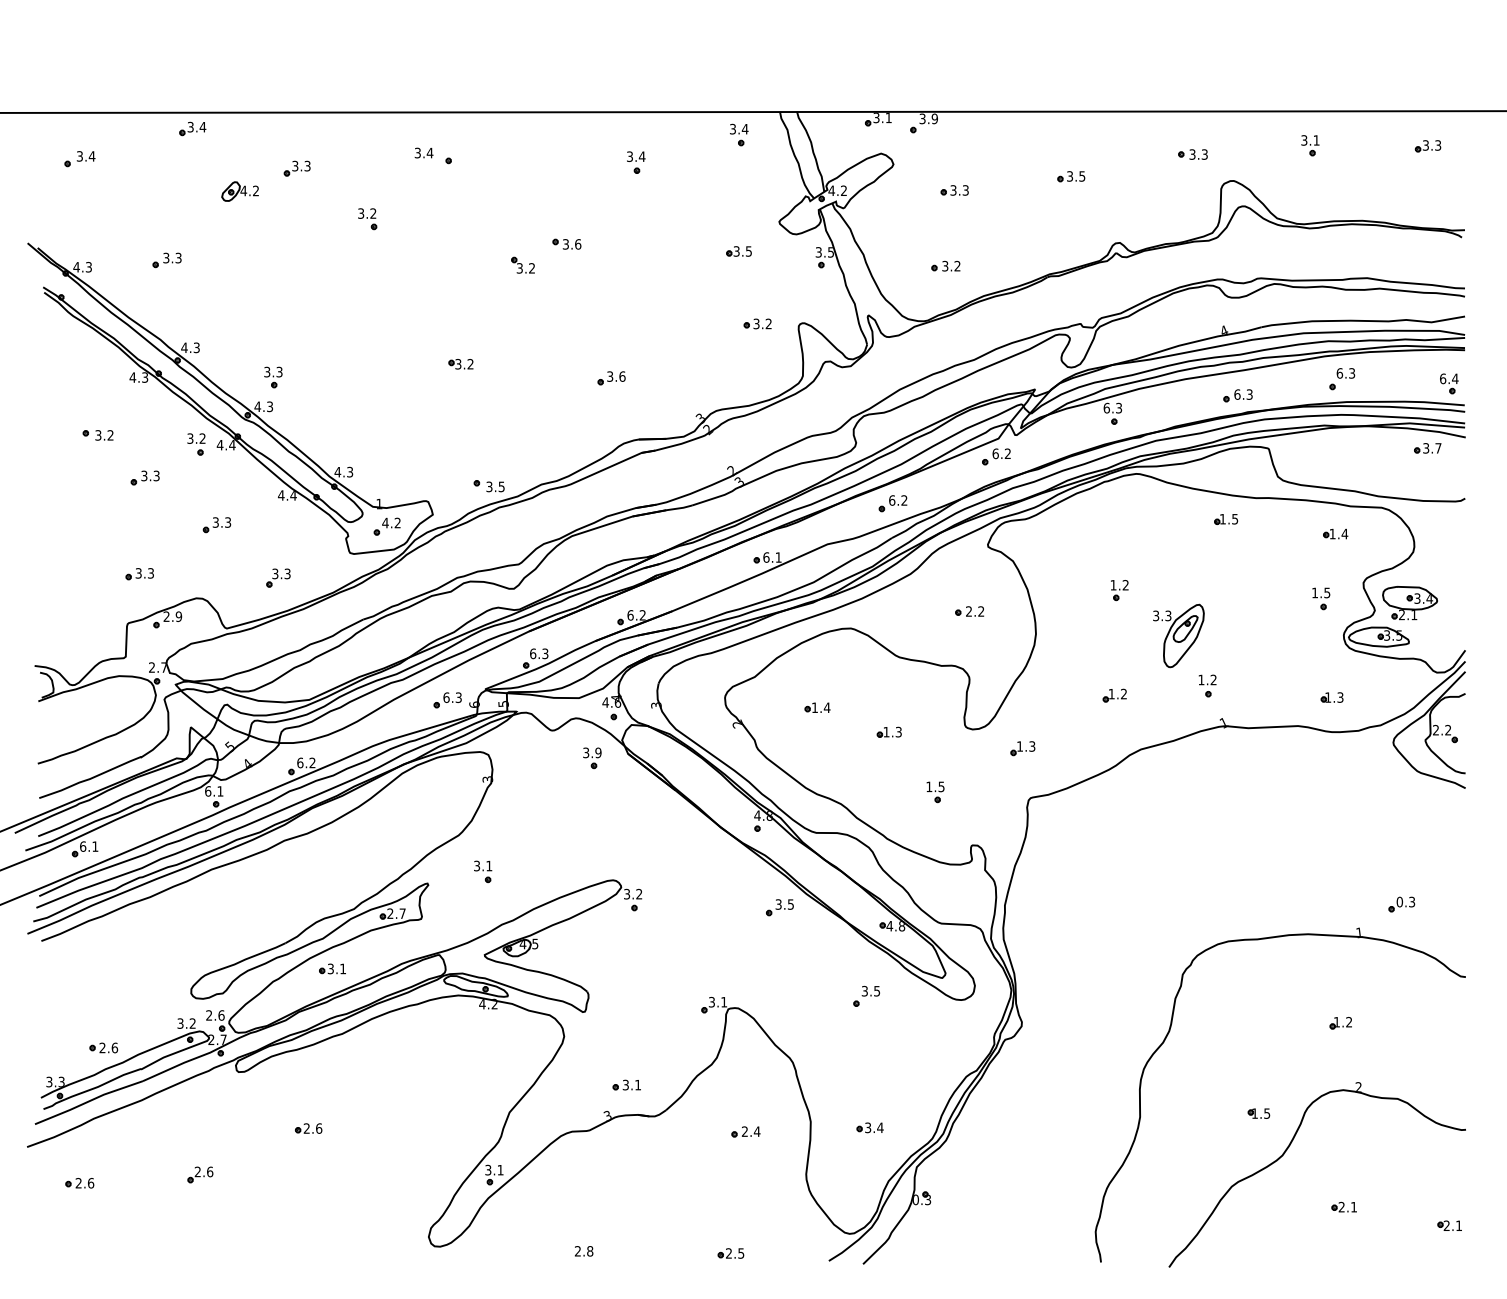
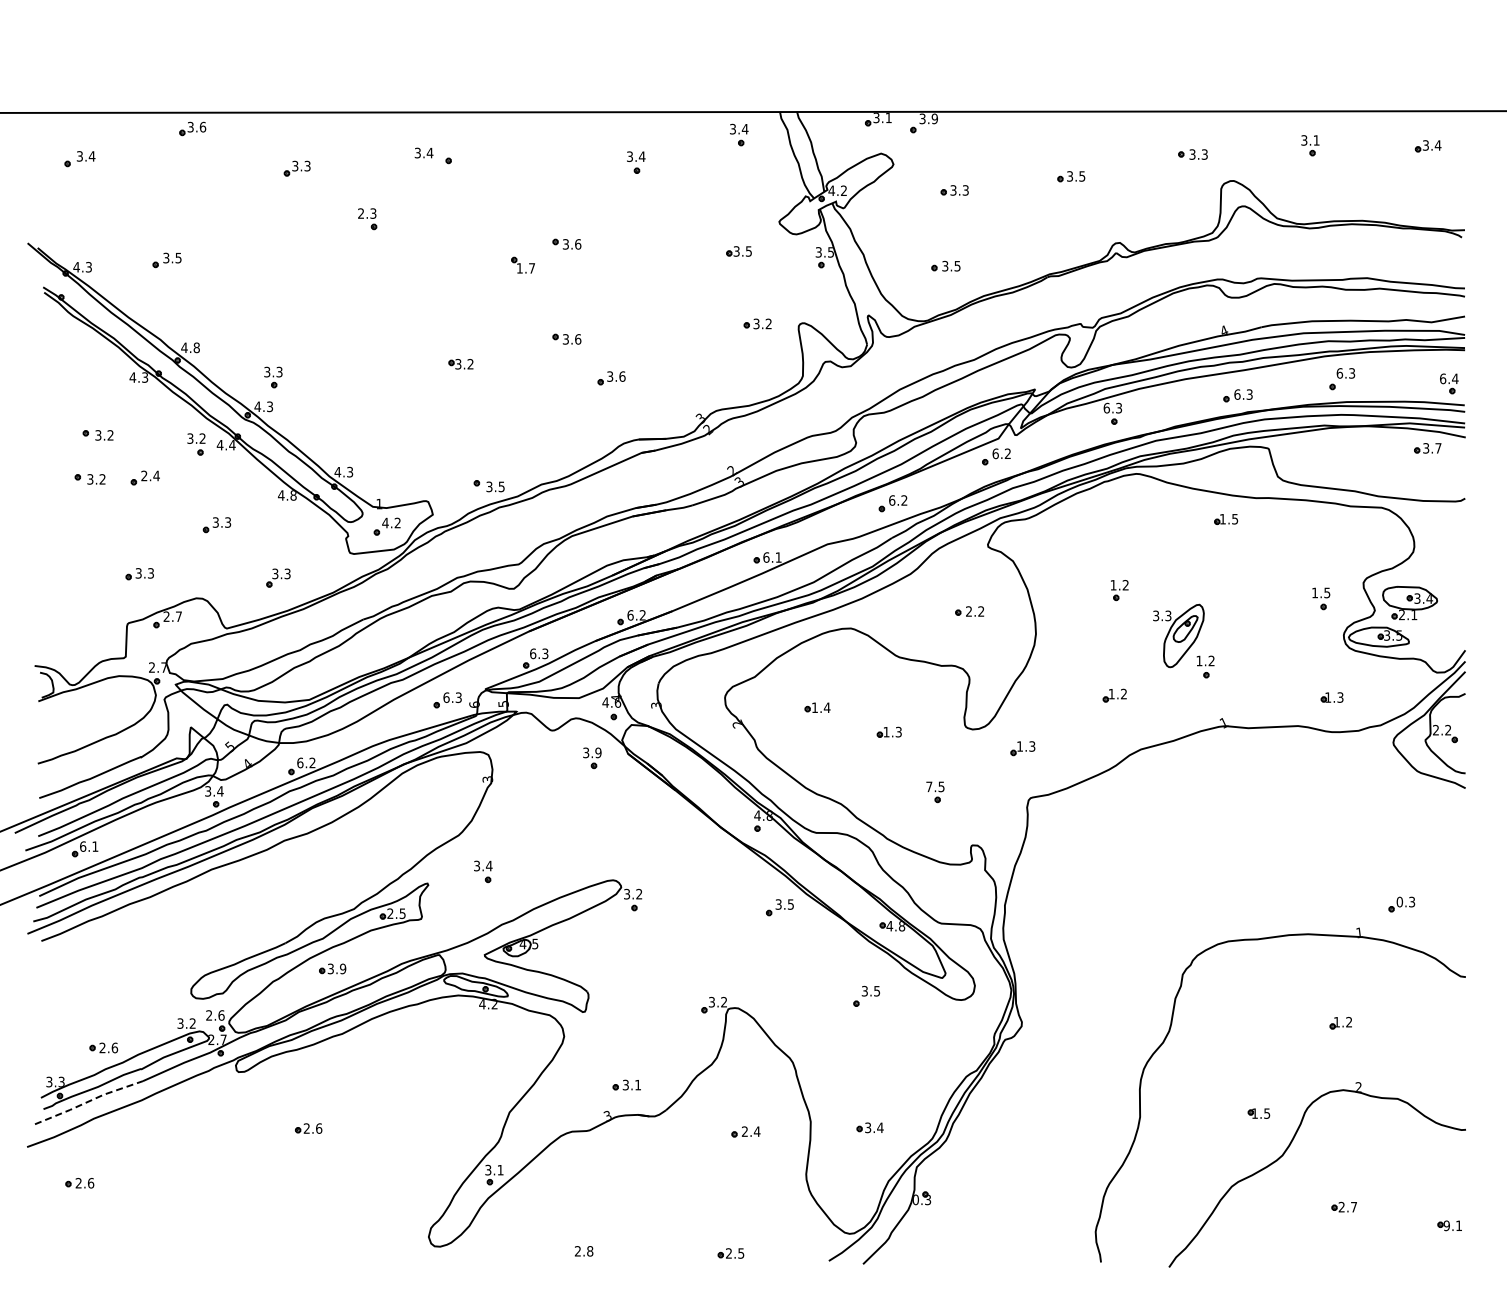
text at (202, 126): 3.4 -> 3.6
text at (1437, 145): 3.3 -> 3.4
part at (239, 191): present -> none
text at (367, 213): 3.2 -> 2.3
text at (178, 257): 3.3 -> 3.5
text at (957, 265): 3.2 -> 3.5
text at (525, 268): 3.2 -> 1.7
part at (566, 338): none -> present
text at (196, 347): 4.3 -> 4.8
text at (150, 475): 3.3 -> 2.4
part at (89, 479): none -> present
text at (293, 495): 4.4 -> 4.8
part at (1335, 533): present -> none
text at (178, 616): 2.9 -> 2.7
part at (1207, 685) position: (1207, 685) -> (1205, 666)
text at (929, 786): 1.5 -> 7.5
text at (214, 791): 6.1 -> 3.4
text at (489, 865): 3.1 -> 3.4
text at (402, 913): 2.7 -> 2.5
text at (343, 968): 3.1 -> 3.9
text at (723, 1001): 3.1 -> 3.2
line at (88, 1101): solid -> dashed
part at (200, 1174): present -> none
text at (1353, 1207): 2.1 -> 2.7
text at (1446, 1225): 2.1 -> 9.1
